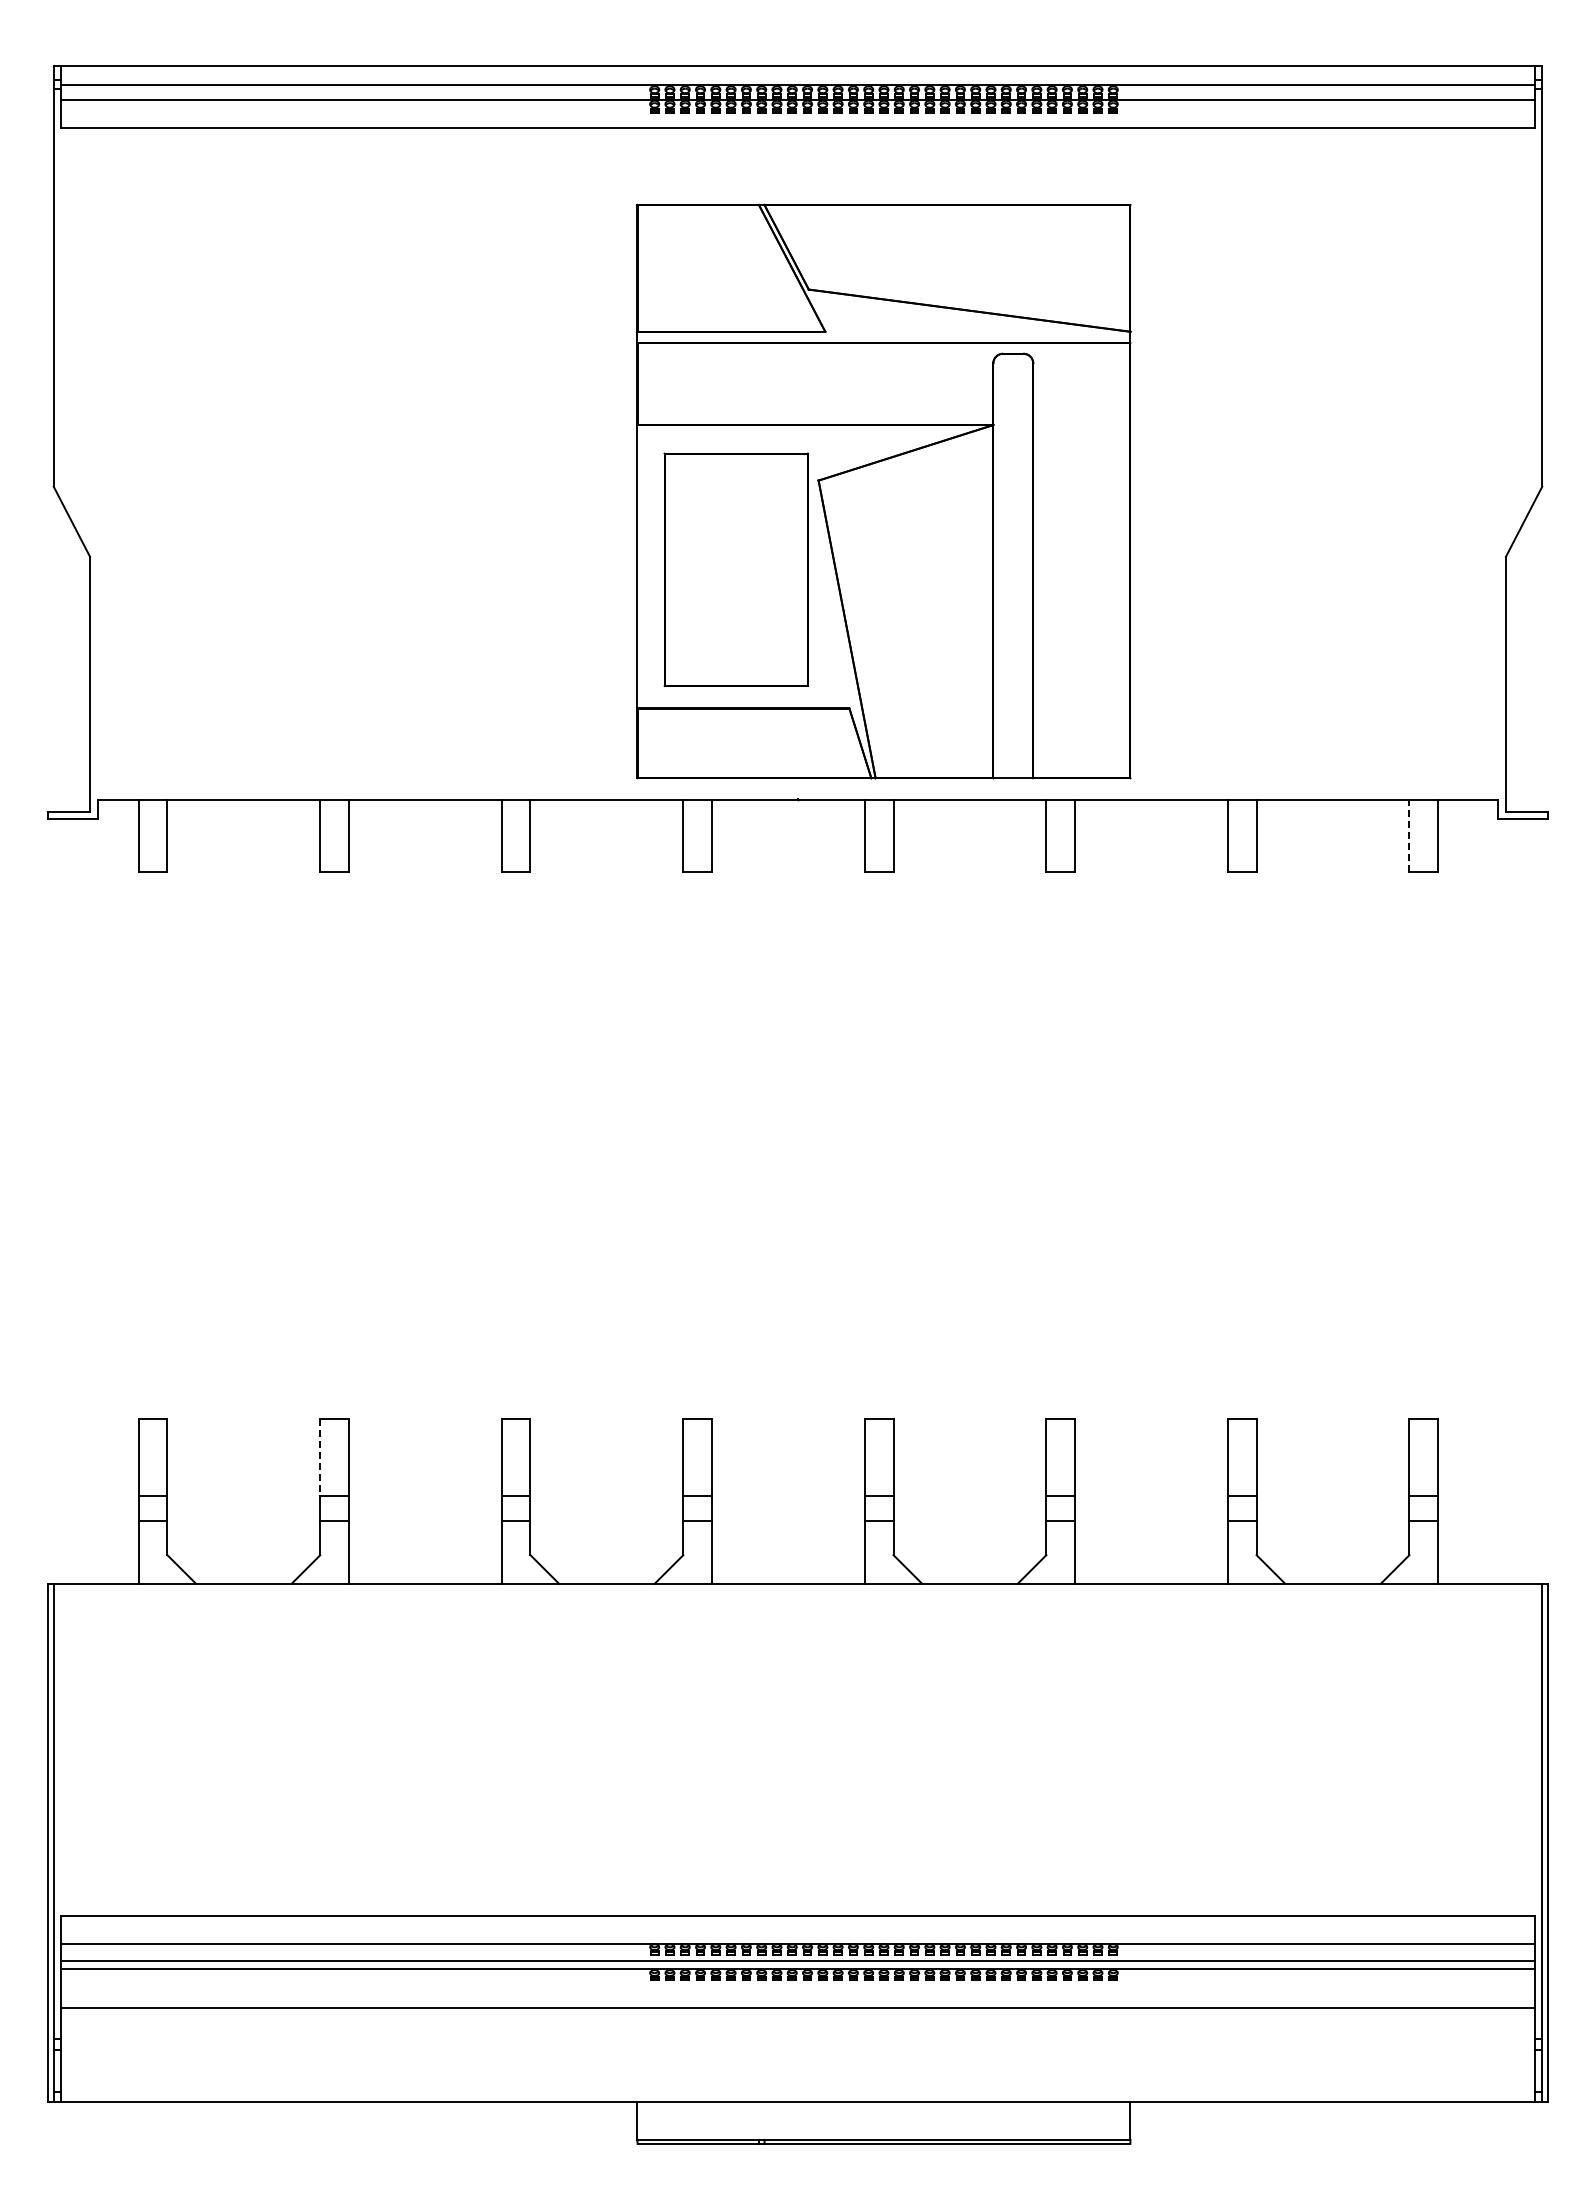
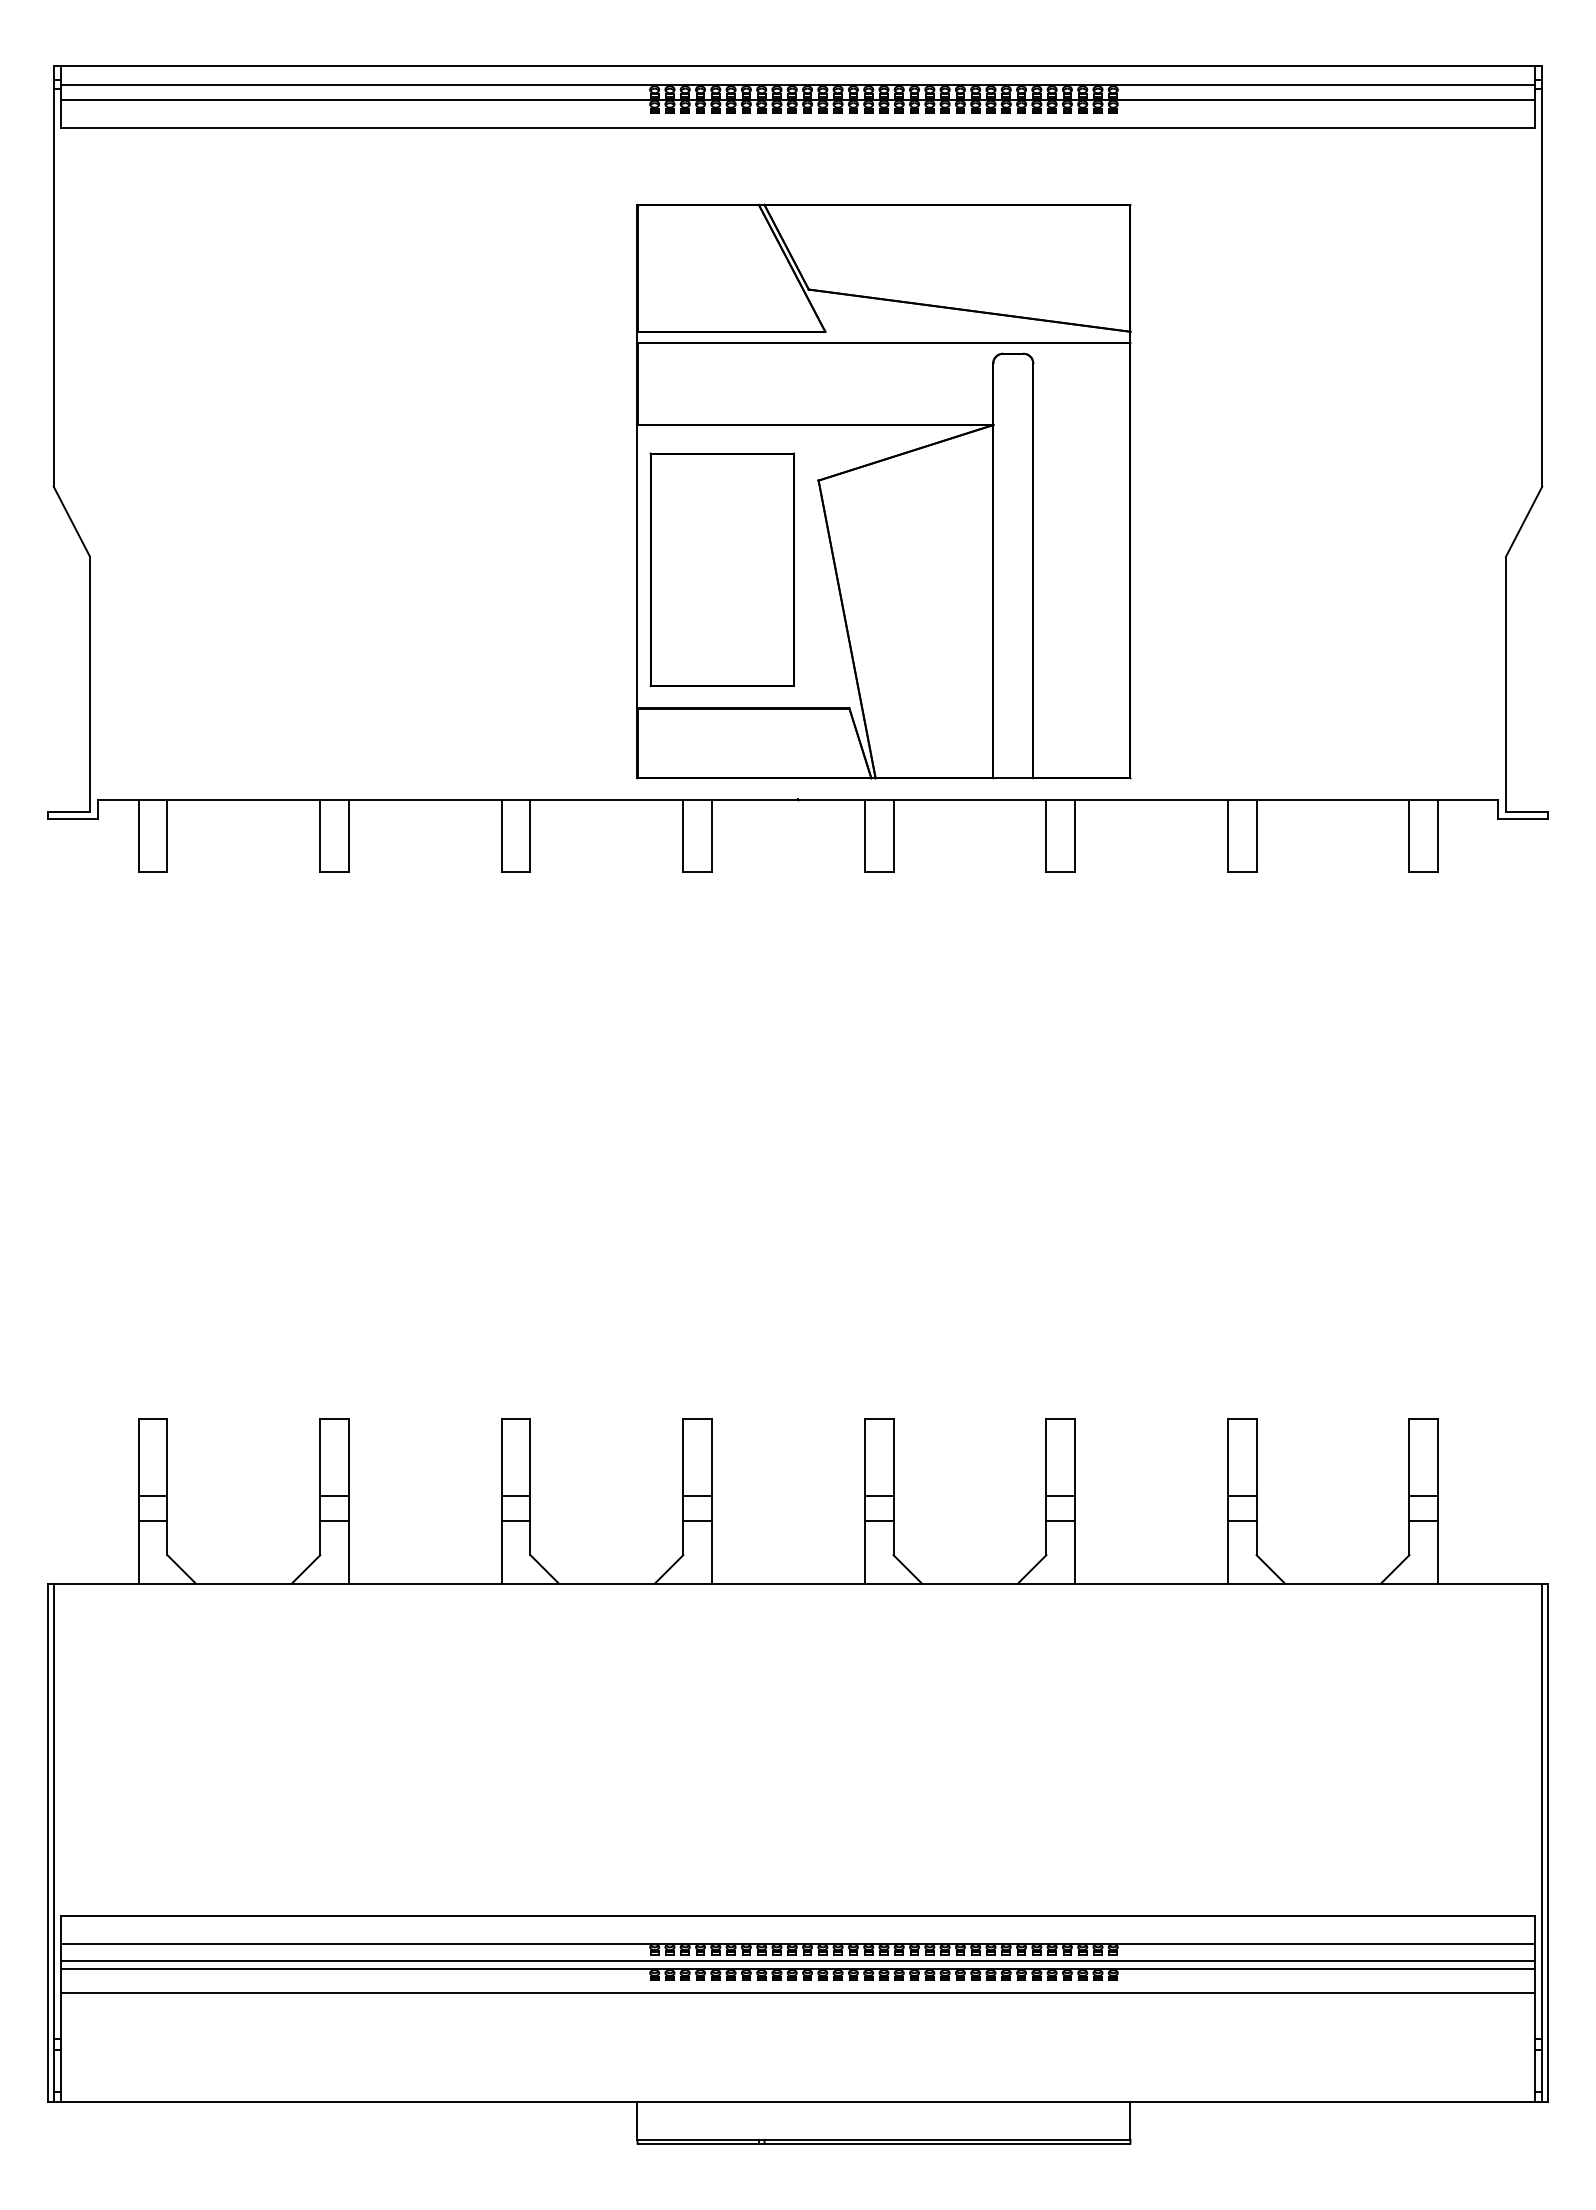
part at (736, 569) position: (736, 569) -> (722, 569)
line at (1409, 835): dashed -> solid
line at (320, 1458): dashed -> solid
line at (797, 2007) position: (797, 2007) -> (797, 1992)
